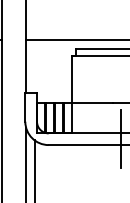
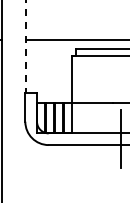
line at (26, 46): solid -> dashed
line at (26, 163): present -> none
line at (34, 169): present -> none
